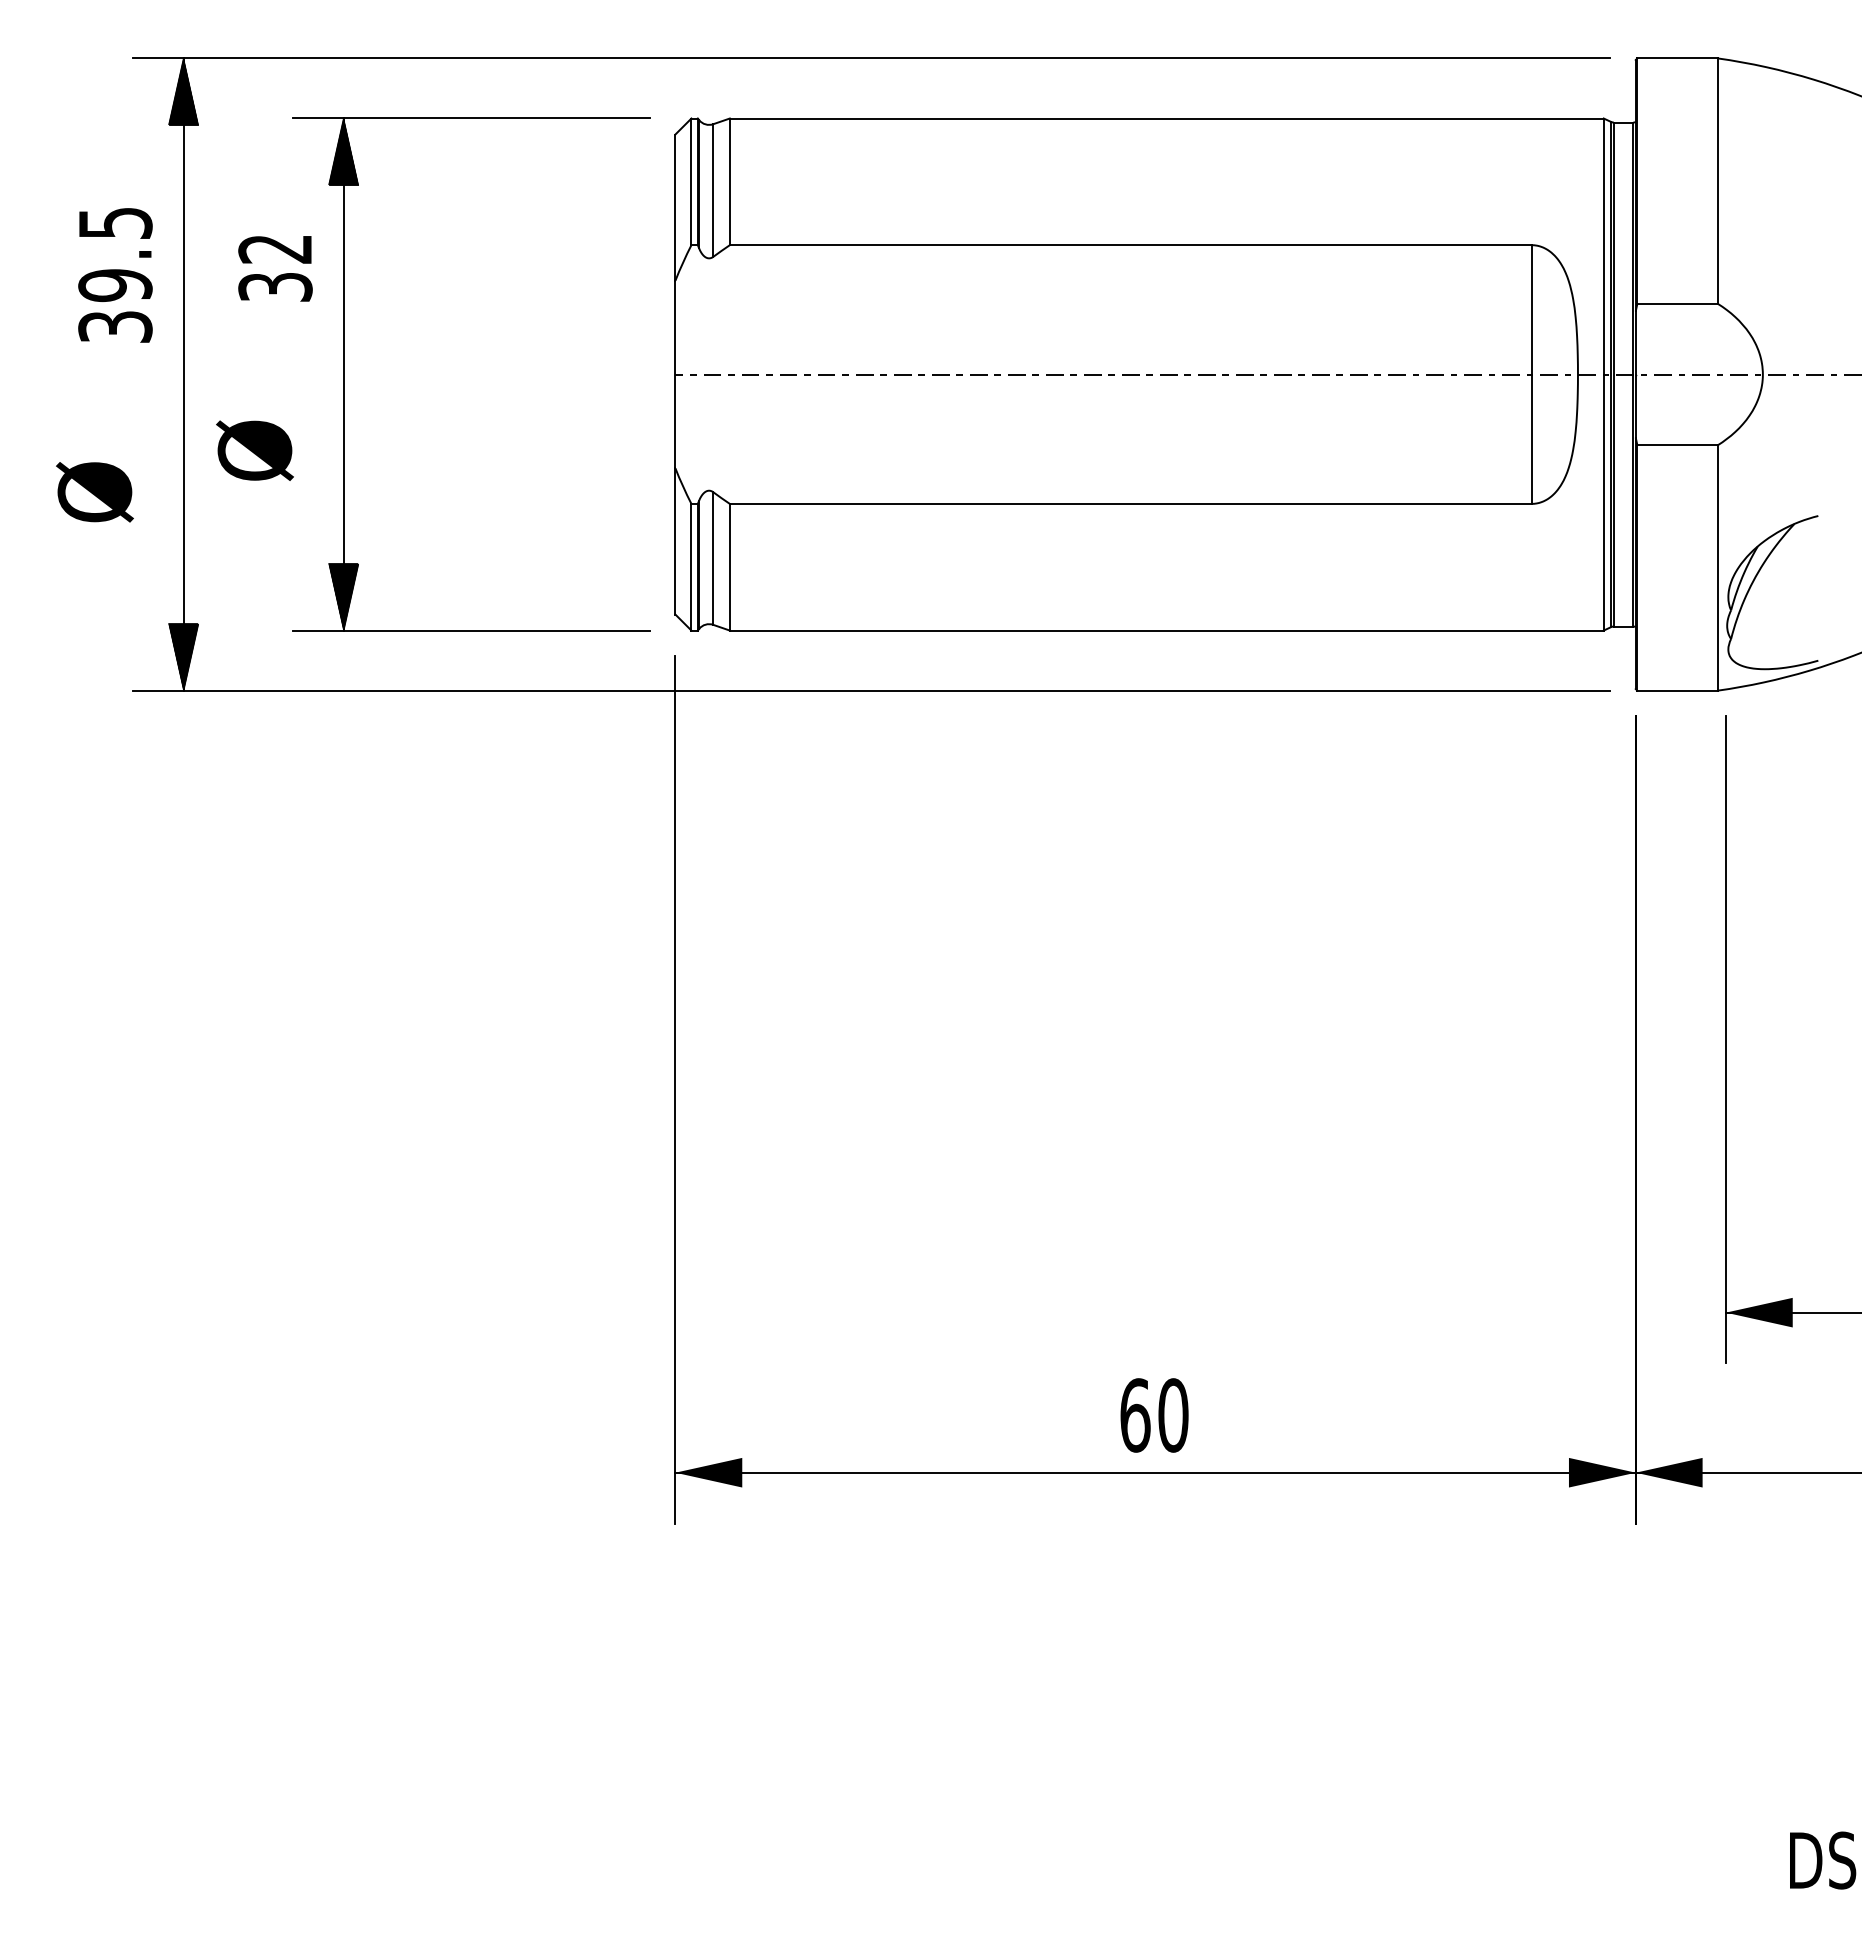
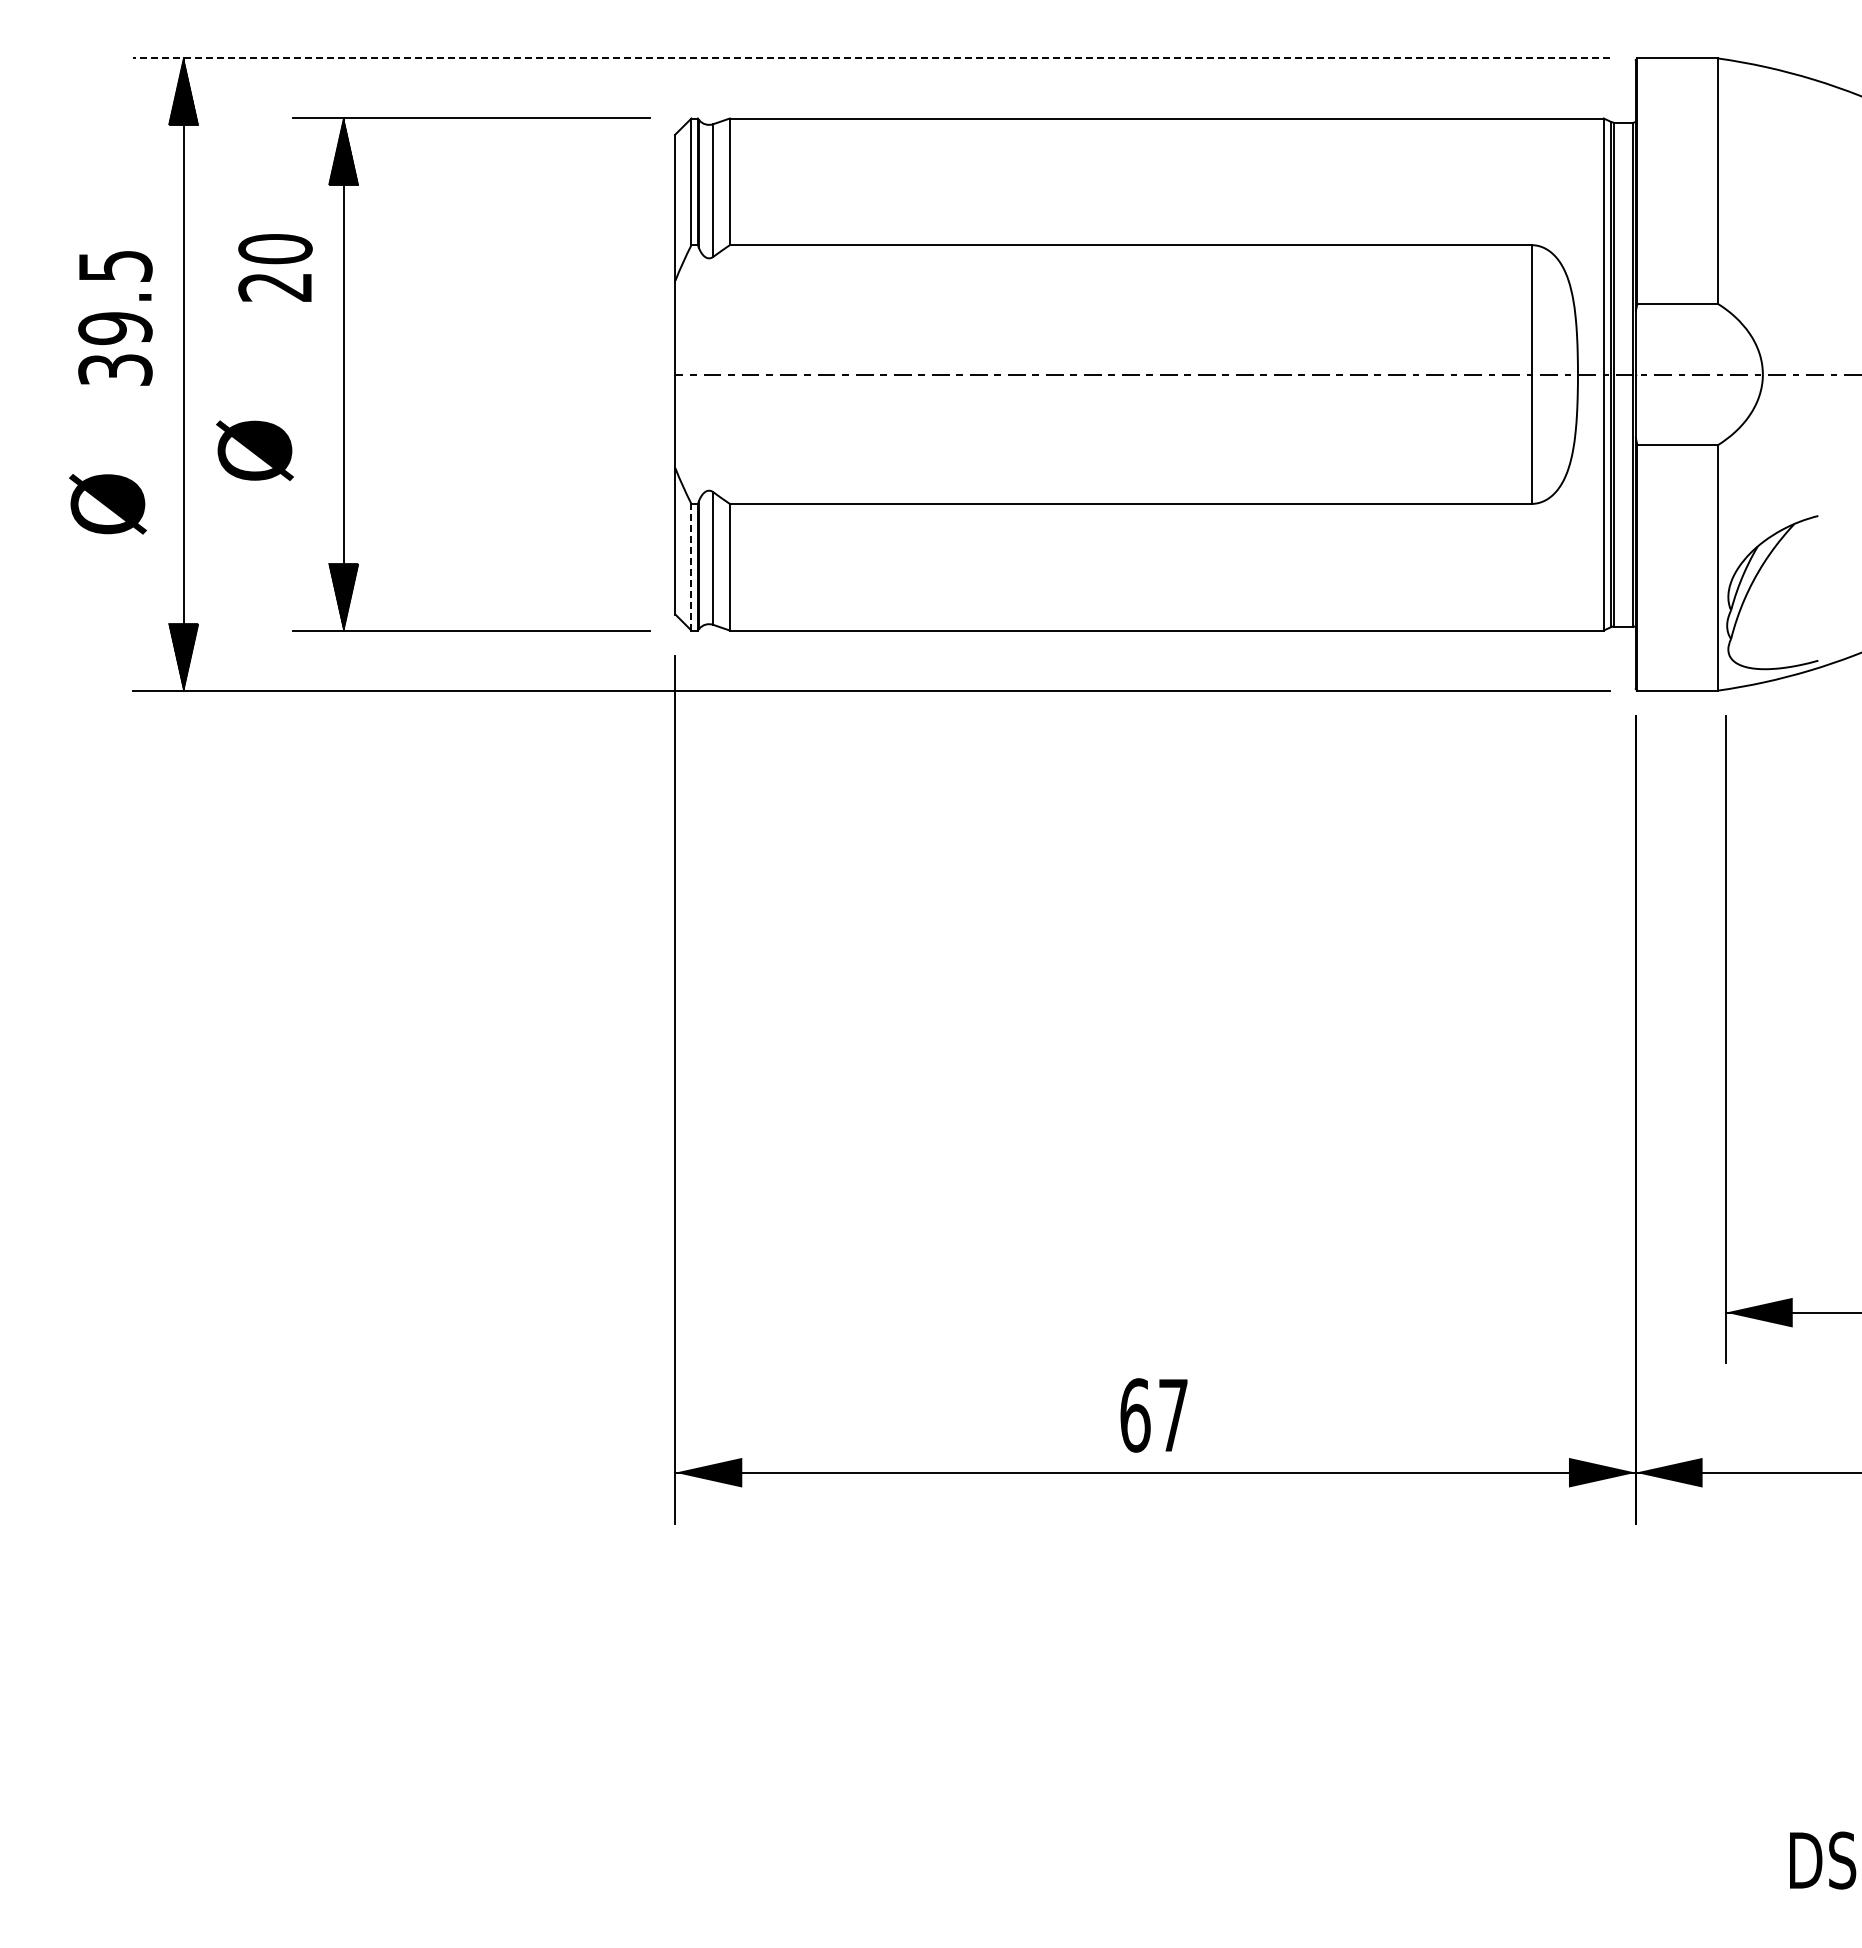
line at (871, 58): solid -> dashed
text at (275, 267): 32 -> 20
text at (115, 275) position: (115, 275) -> (115, 318)
text at (94, 492) position: (94, 492) -> (107, 504)
line at (691, 566): solid -> dashed
text at (1173, 1415): 60 -> 67
